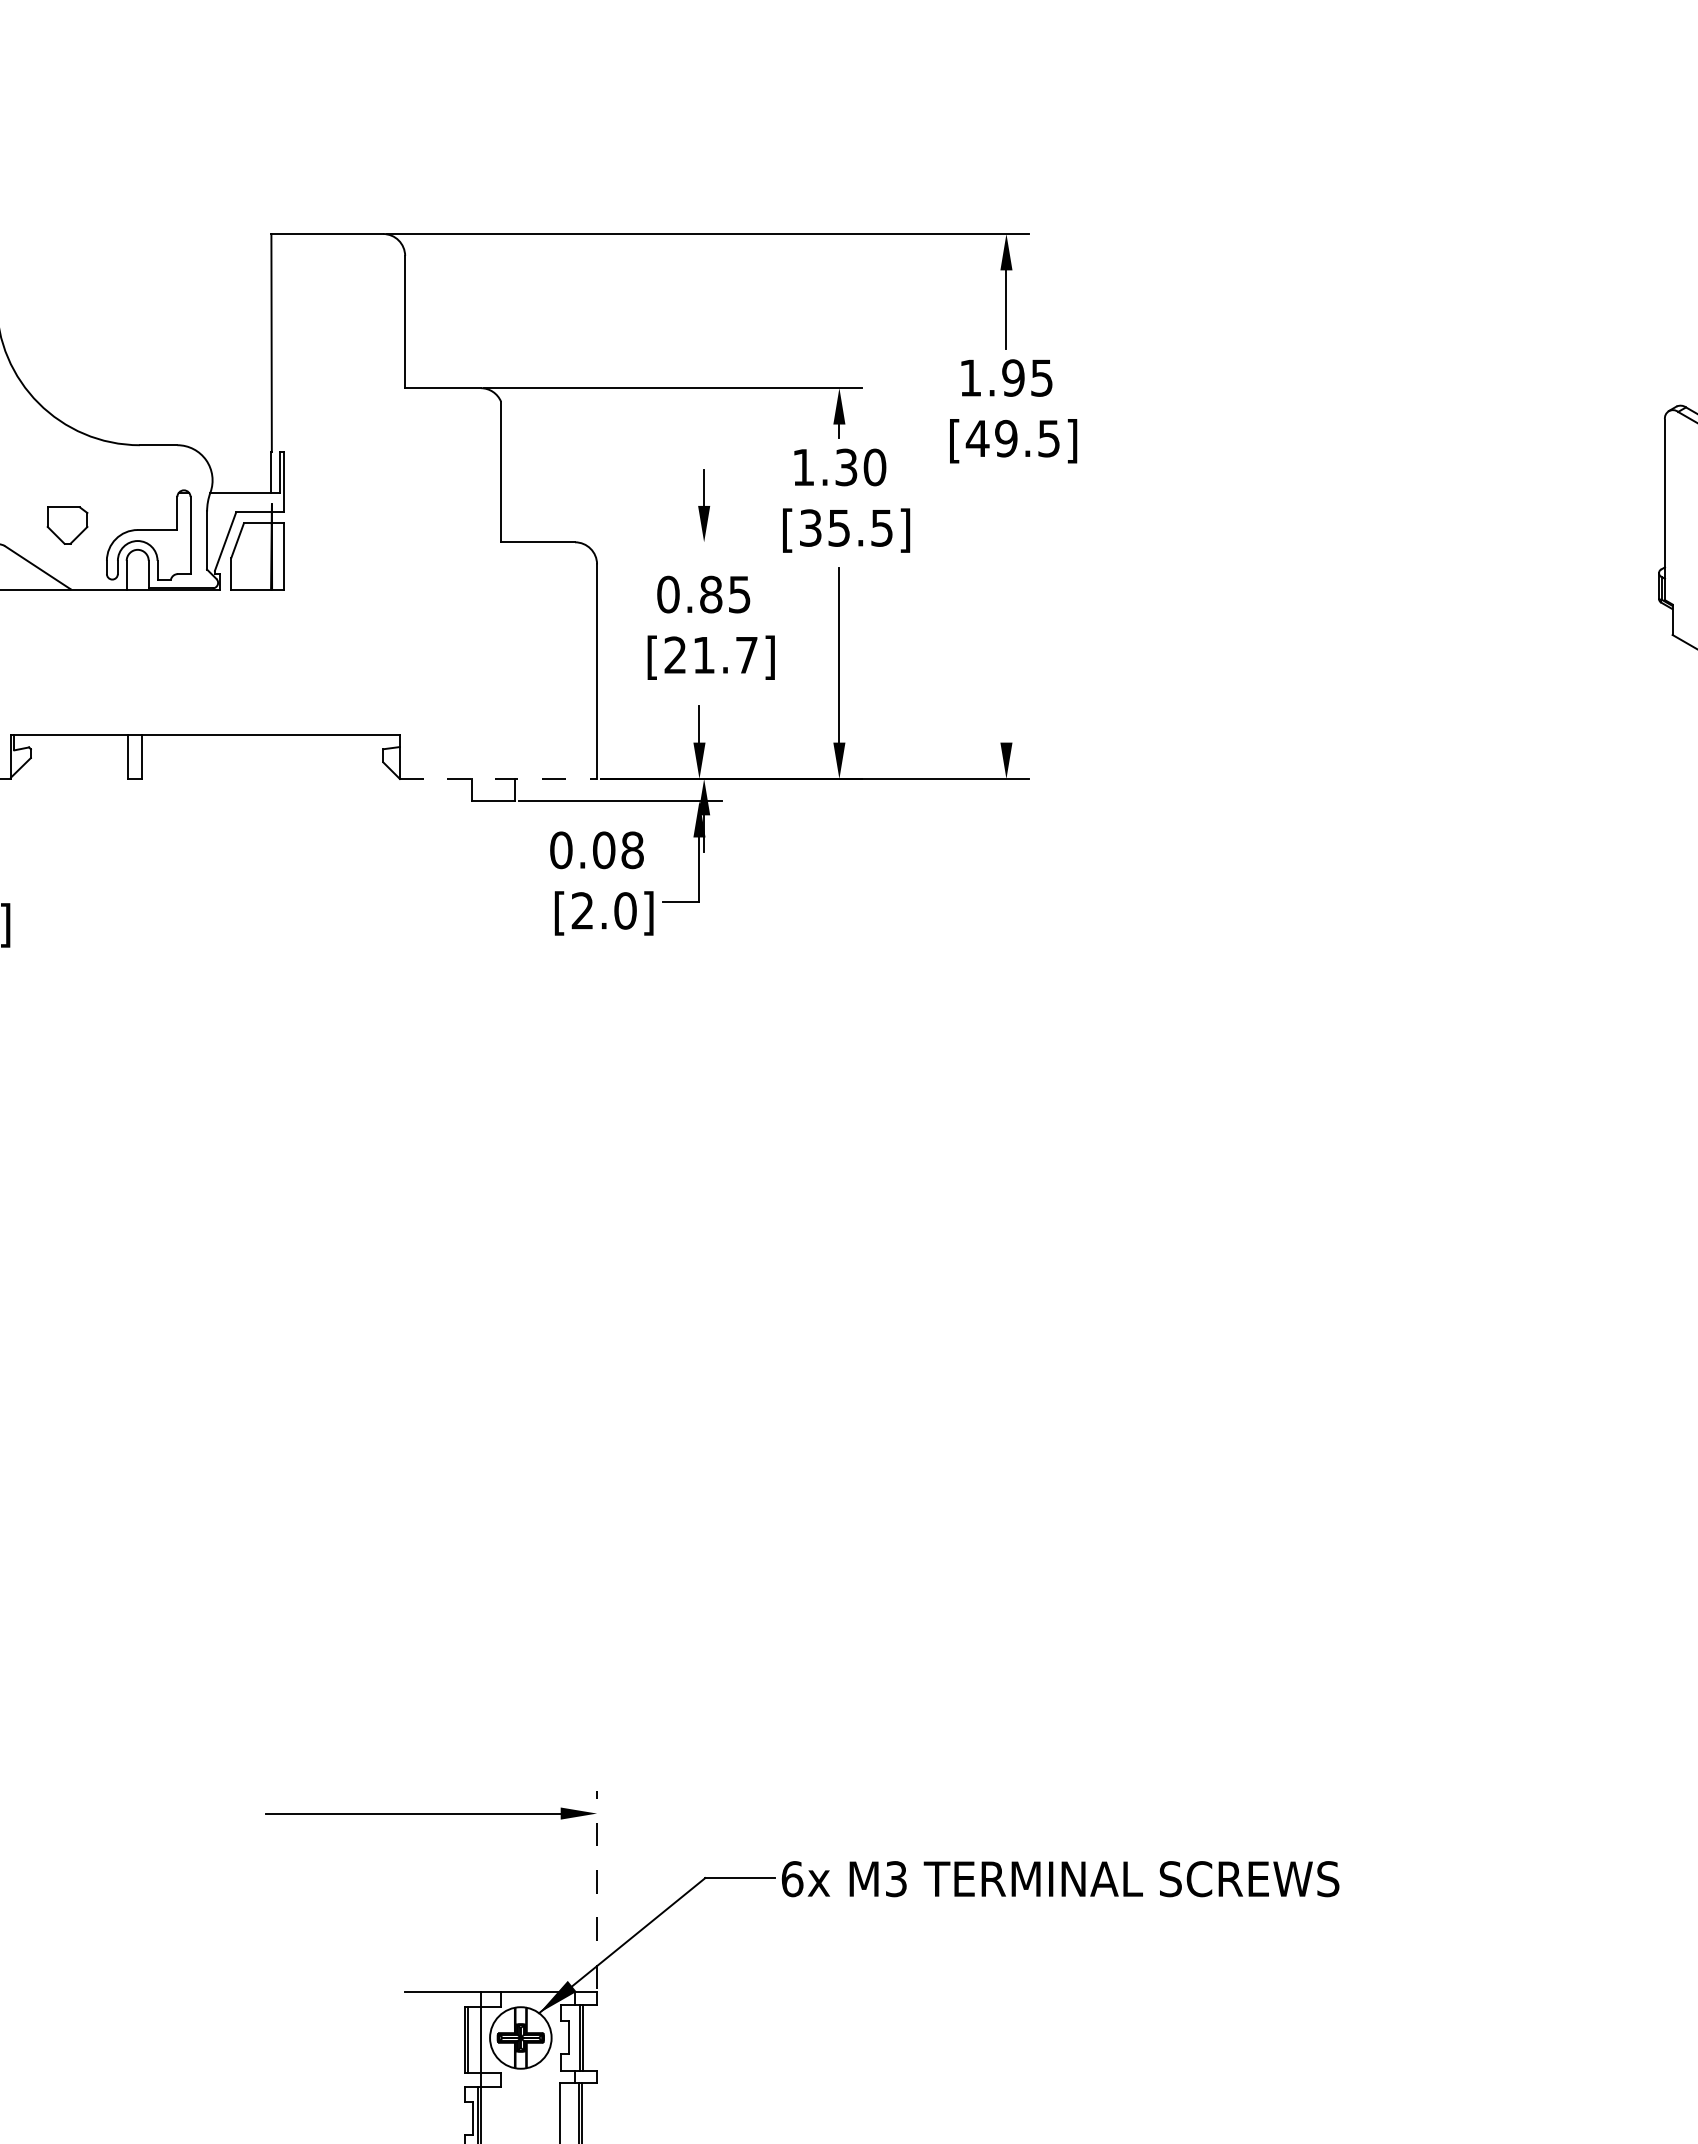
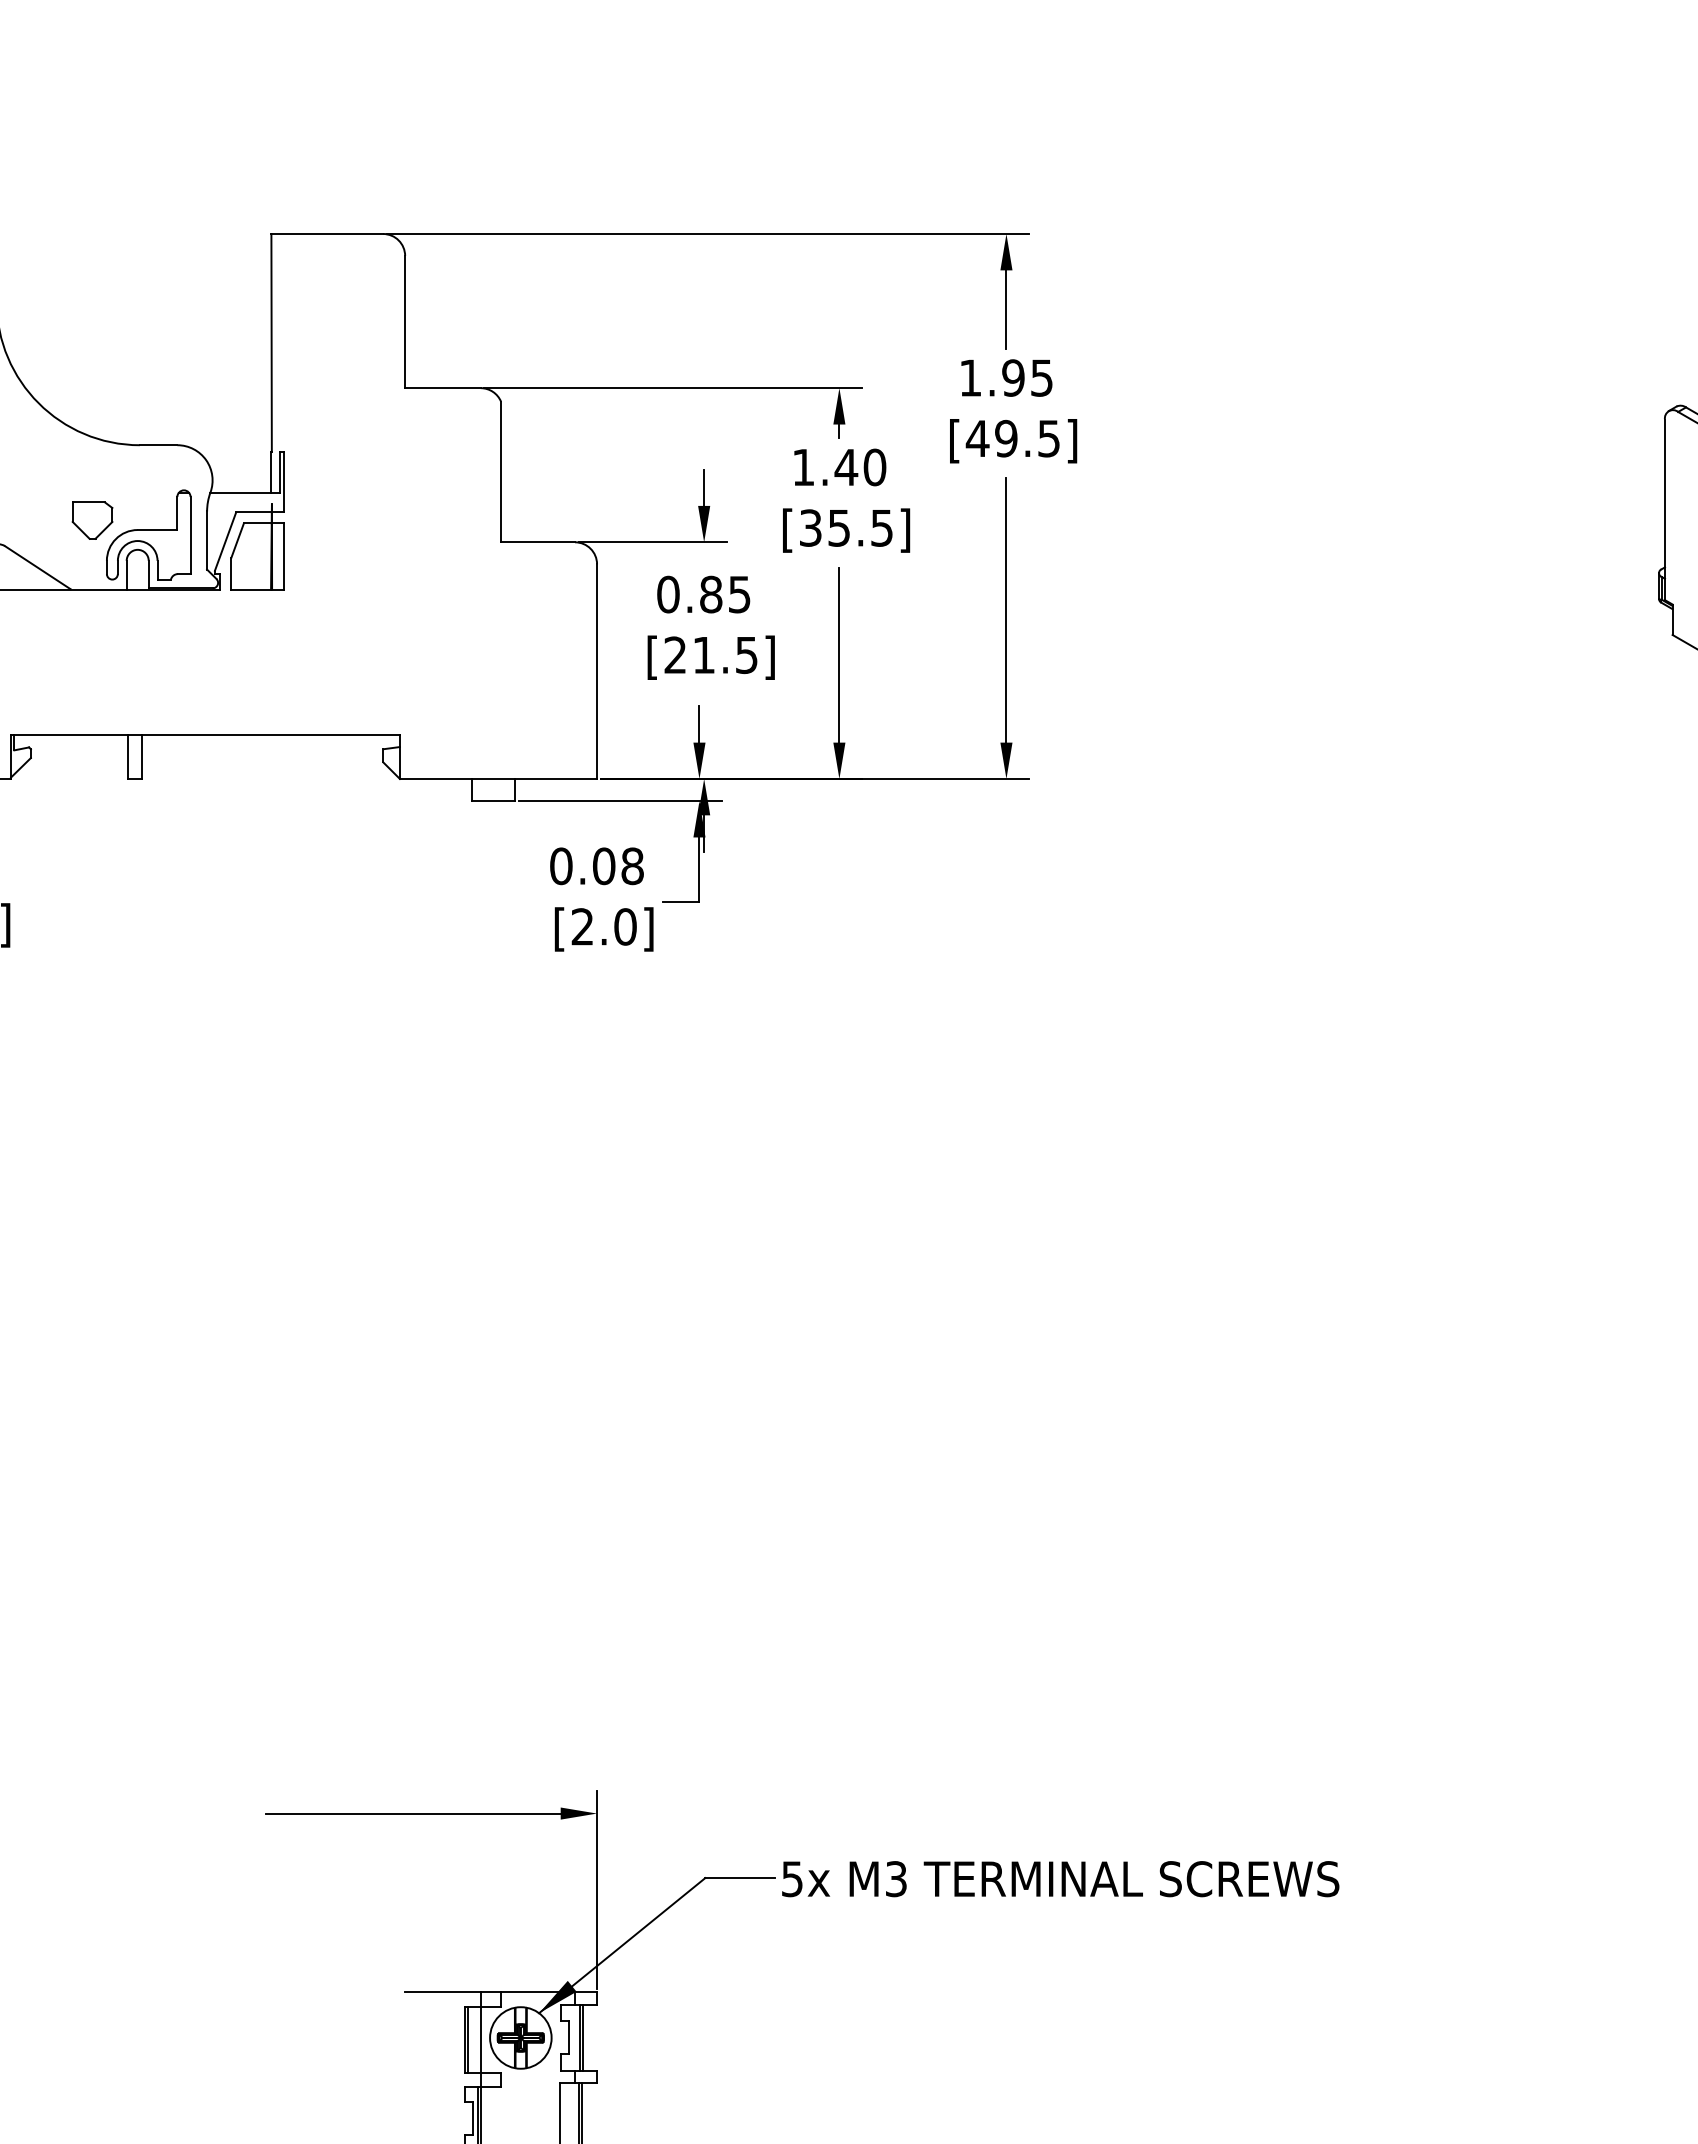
text at (846, 467): 1.30 -> 1.40
part at (67, 525) position: (67, 525) -> (92, 520)
line at (652, 542): none -> present
line at (1006, 610): none -> present
text at (746, 655): [21.7] -> [21.5]
line at (498, 778): dashed -> solid
text at (601, 883) position: (601, 883) -> (601, 899)
text at (792, 1879): 6x -> 5x
line at (597, 1889): dashed -> solid
